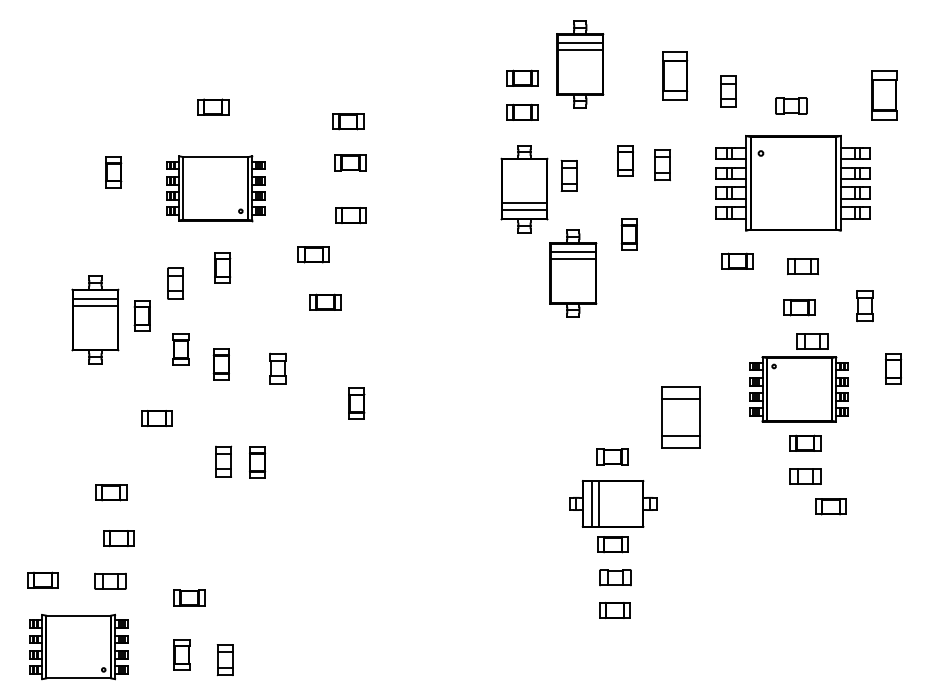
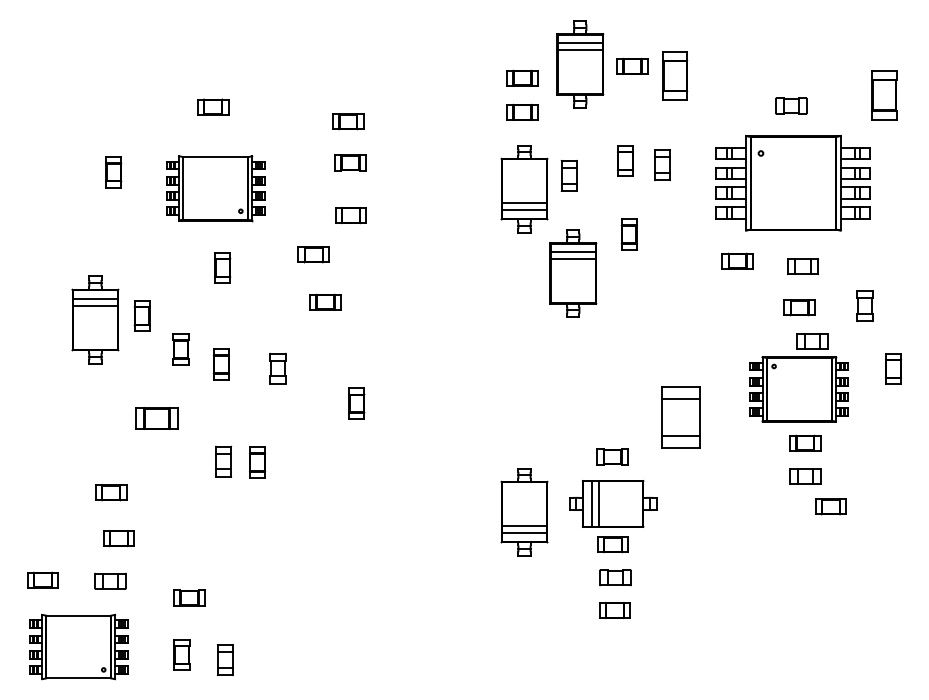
part at (632, 65): none -> present
part at (728, 91): present -> none
part at (175, 283): present -> none
part at (156, 418) size: 32x17 px -> 44x23 px
part at (524, 512): none -> present
